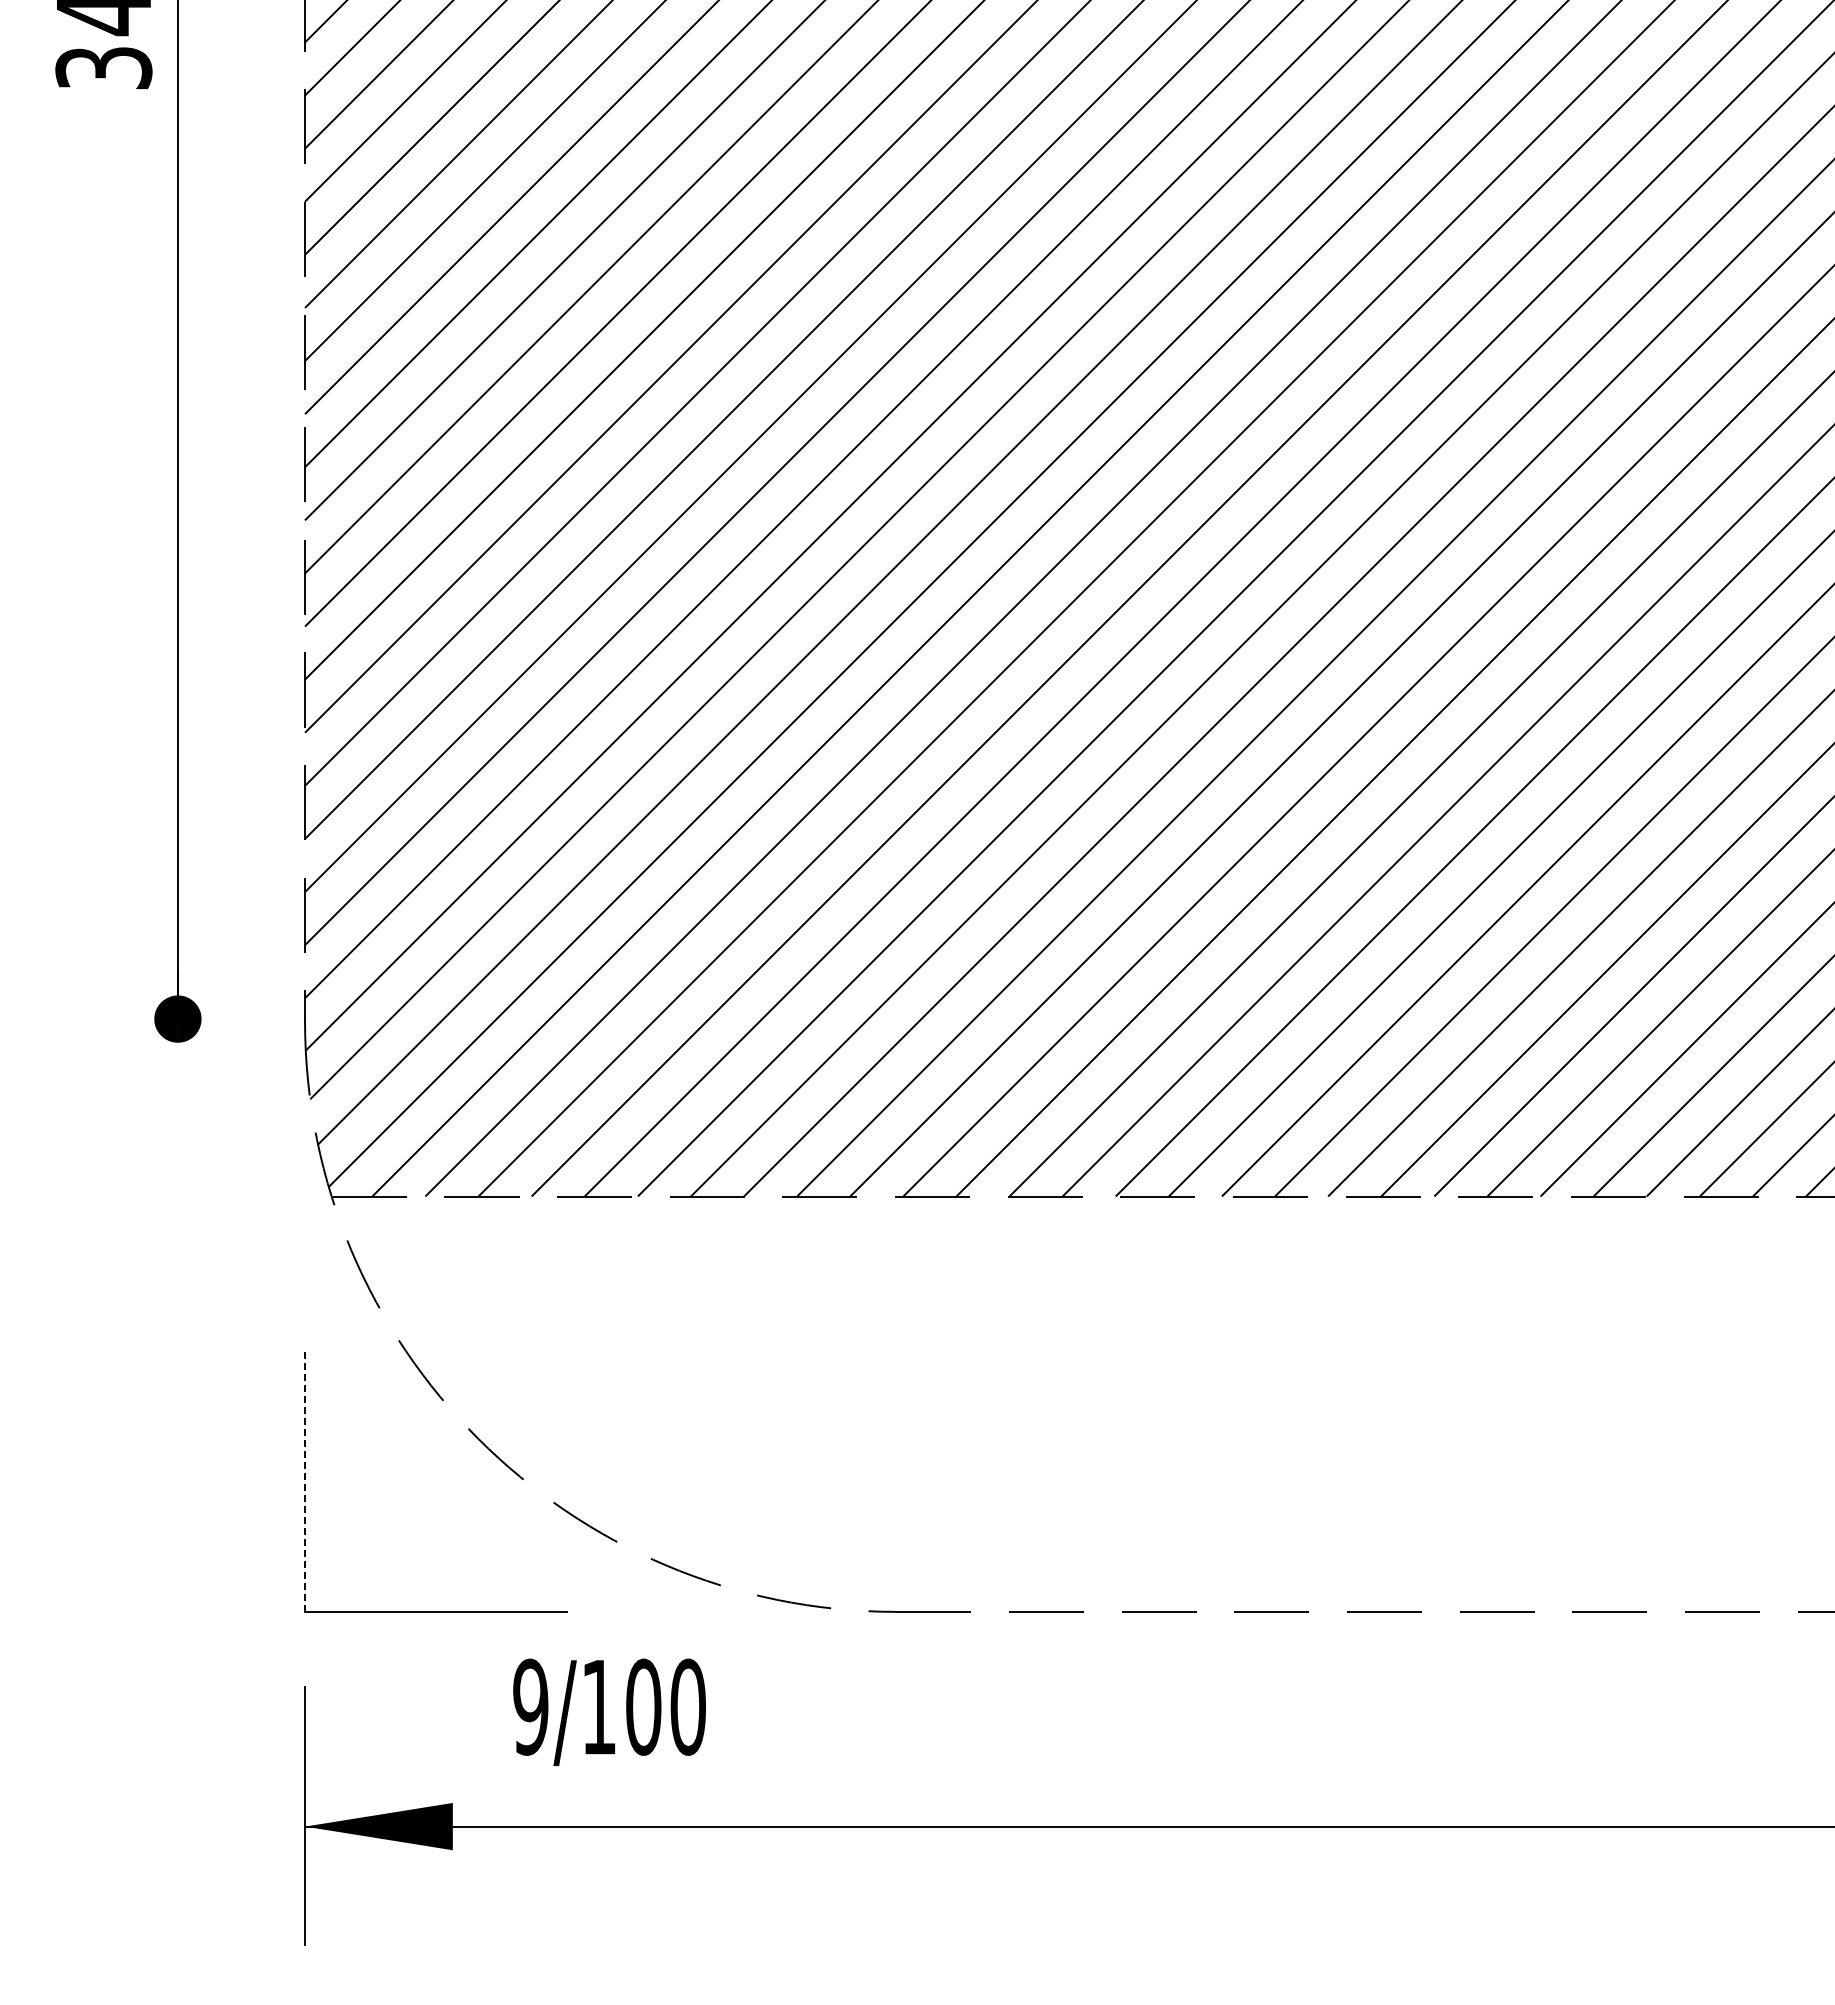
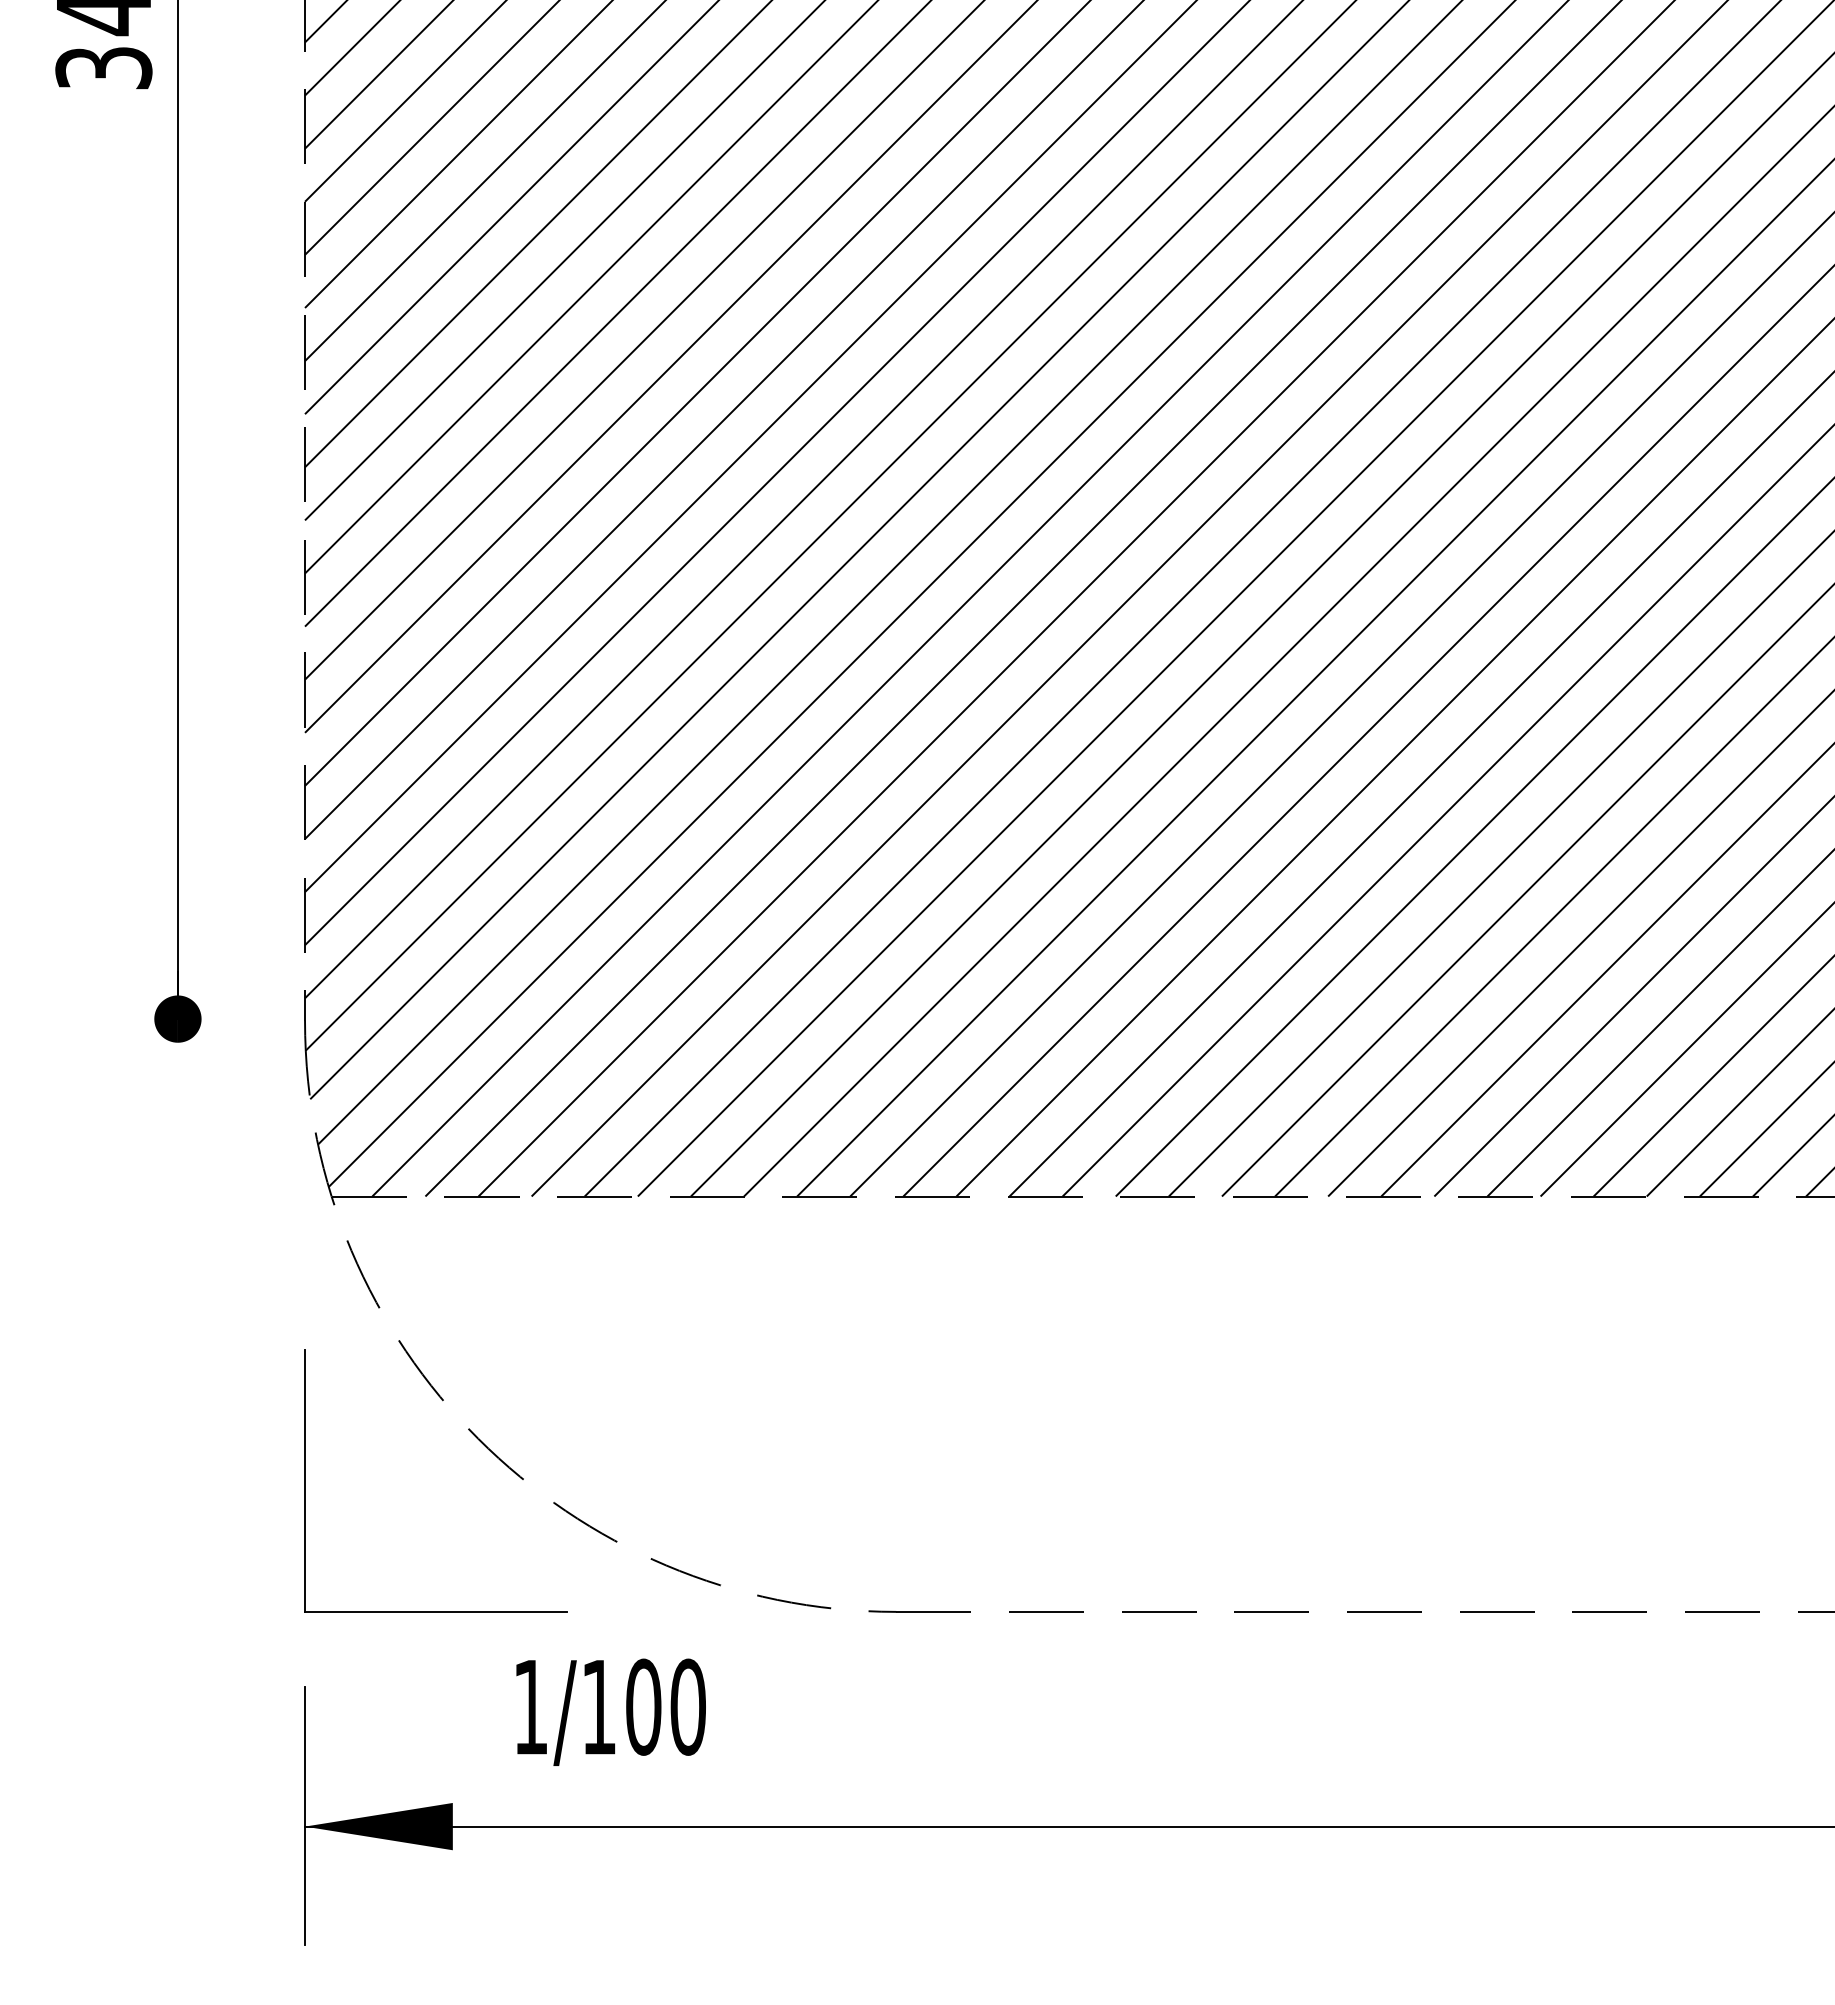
line at (305, 1481): dashed -> solid
text at (530, 1706): 9/100 -> 1/100
